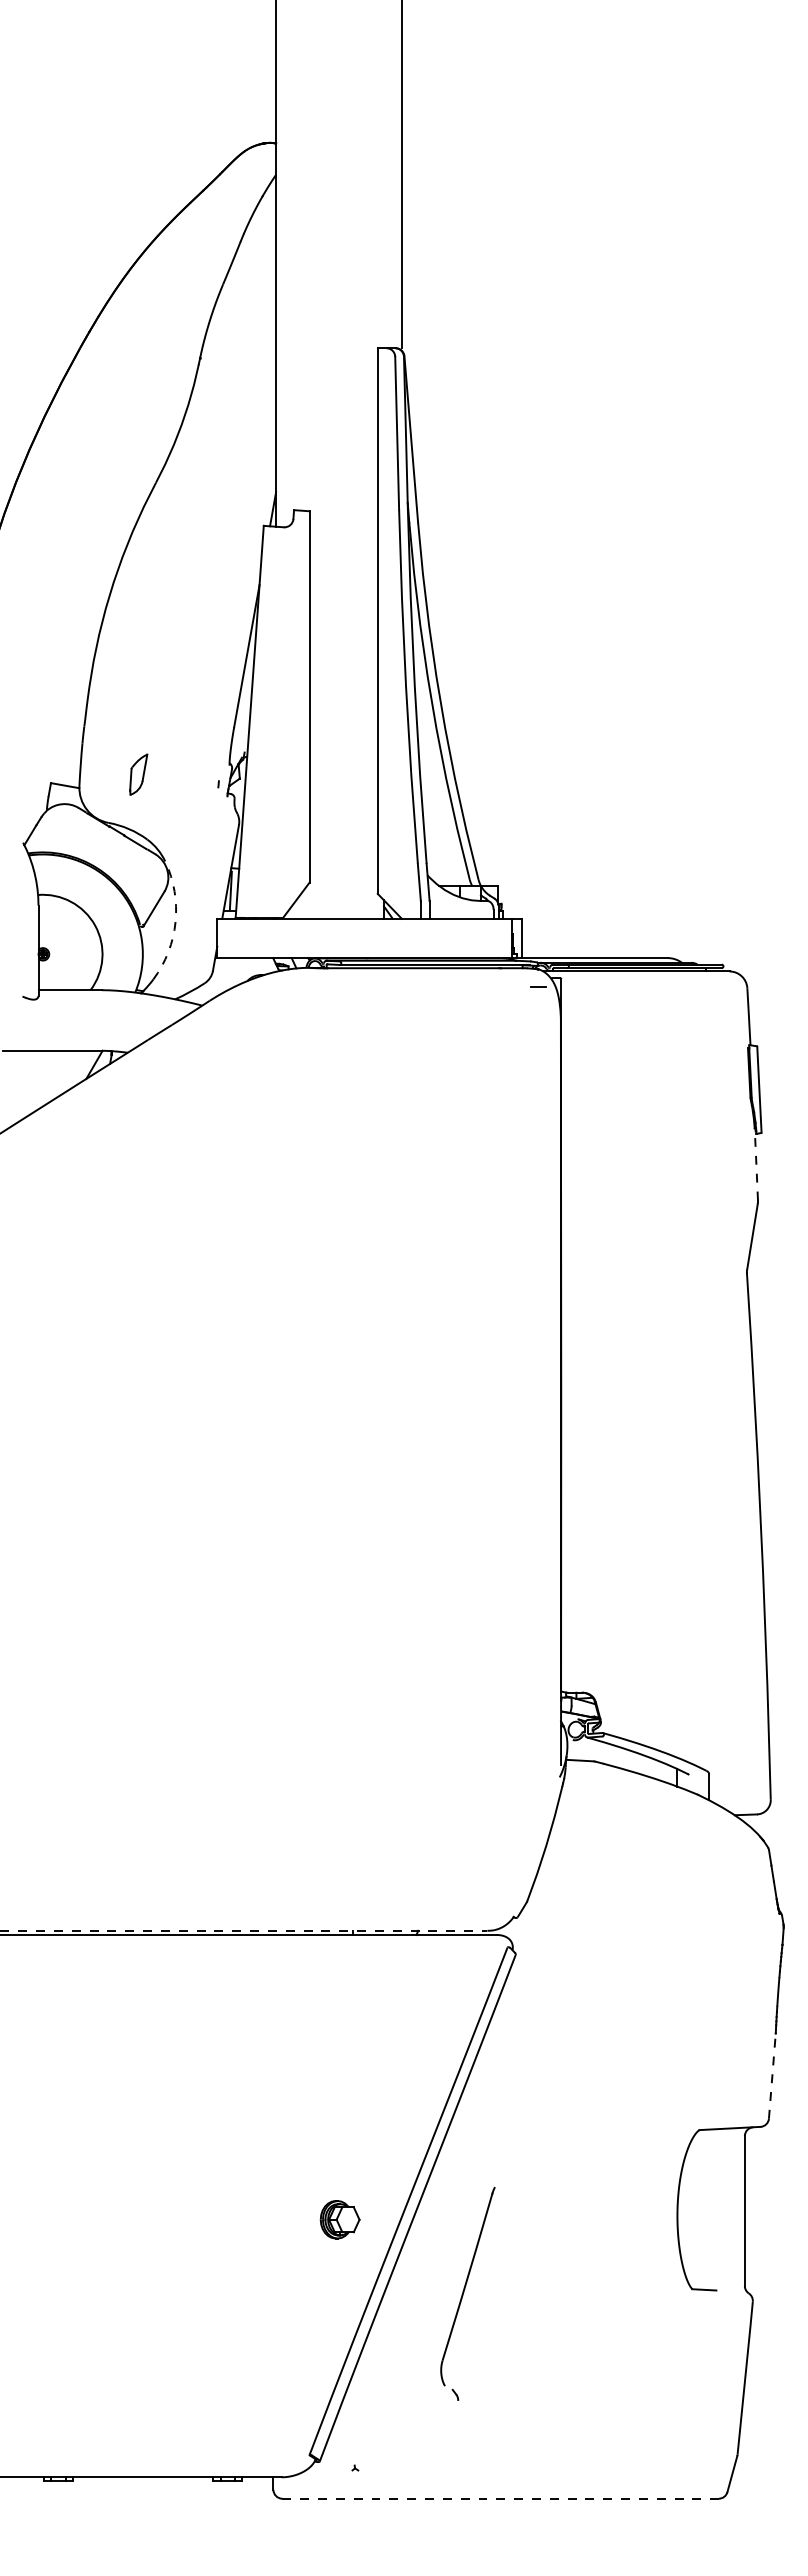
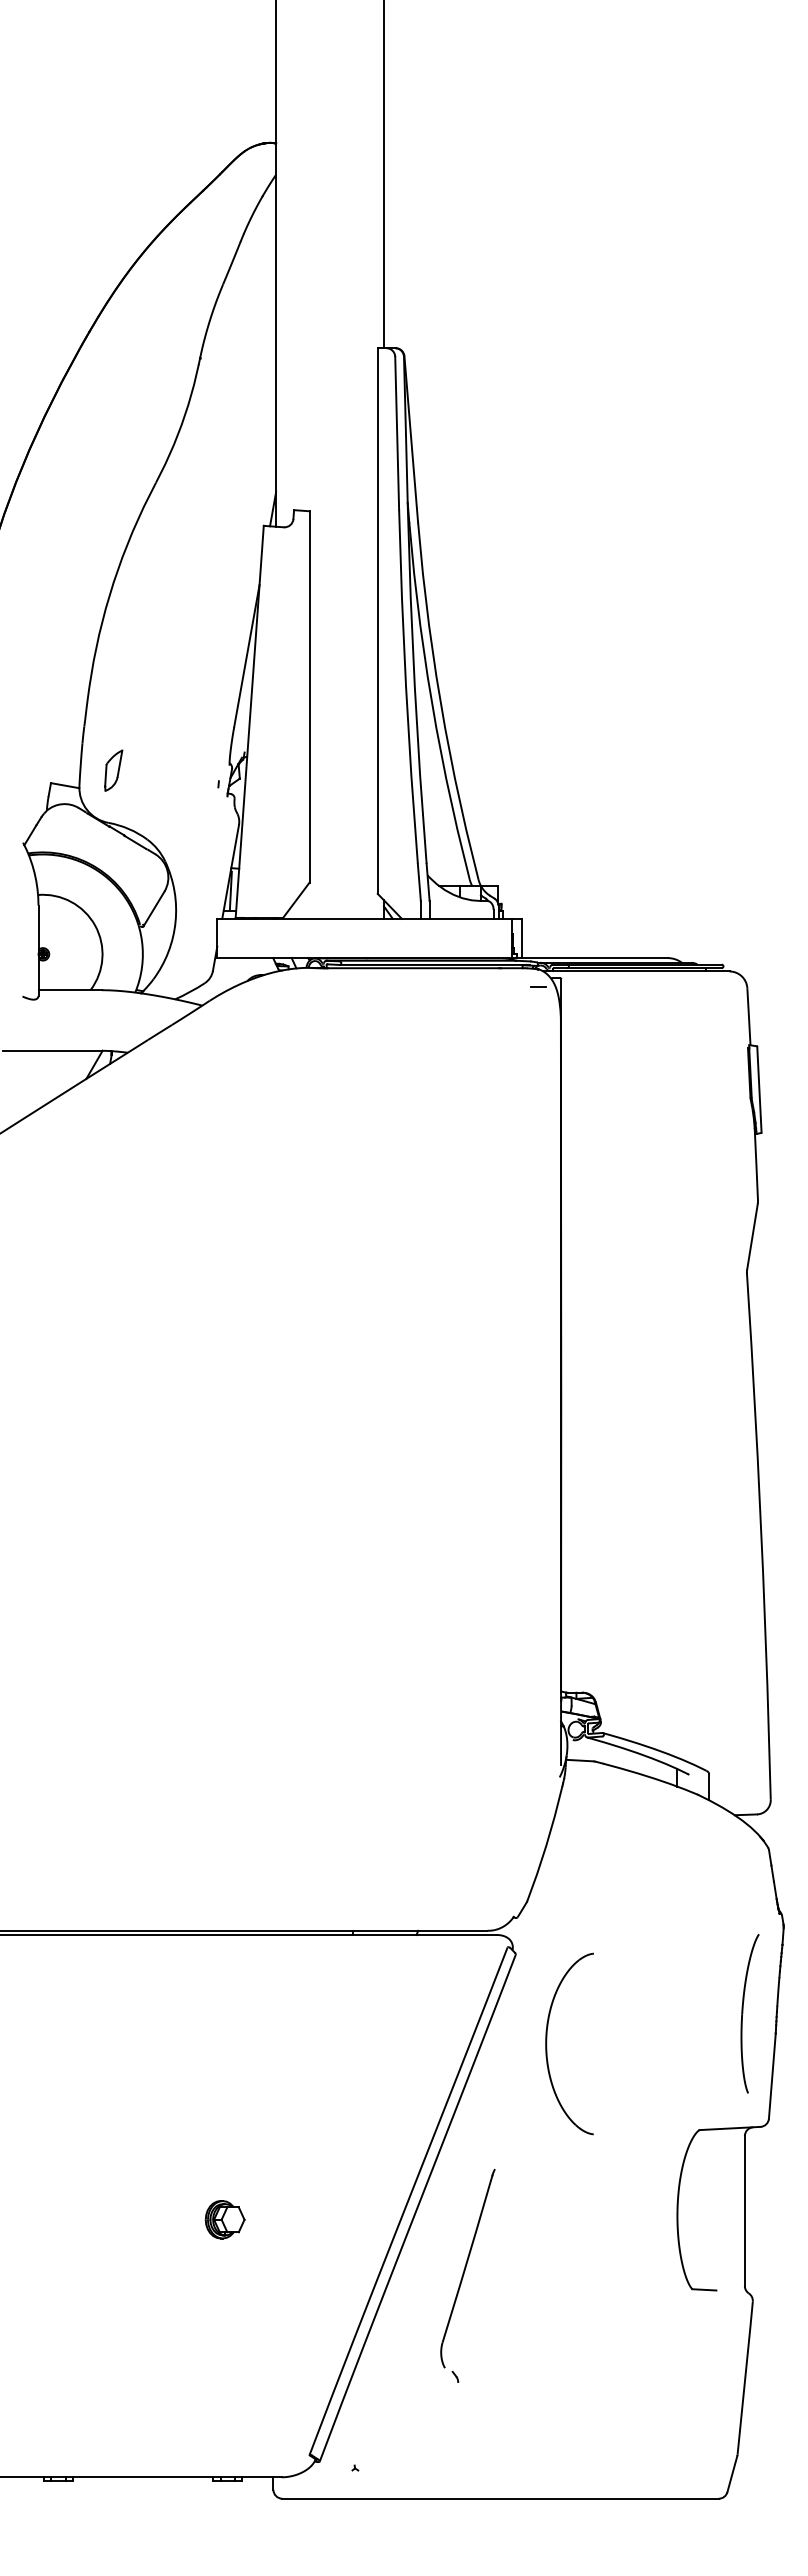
line at (402, 175) position: (402, 175) -> (384, 175)
part at (138, 774) position: (138, 774) -> (113, 770)
arc at (175, 922): dashed -> solid
arc at (756, 1164): dashed -> solid
line at (244, 1930): dashed -> solid
part at (749, 2013): none -> present
part at (547, 2043): none -> present
line at (772, 2076): dashed -> solid
part at (339, 2219) position: (339, 2219) -> (224, 2219)
part at (467, 2293) position: (467, 2293) -> (467, 2275)
line at (501, 2498): dashed -> solid
